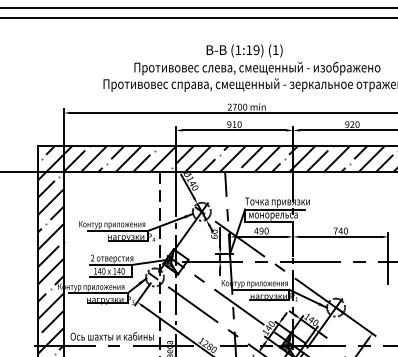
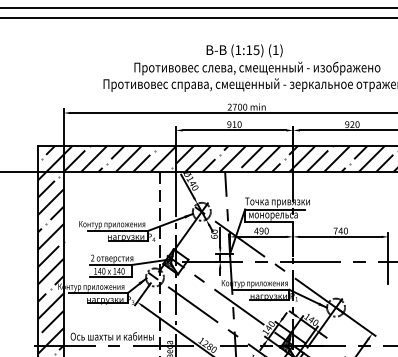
text at (256, 49): (1:19) -> (1:15)
